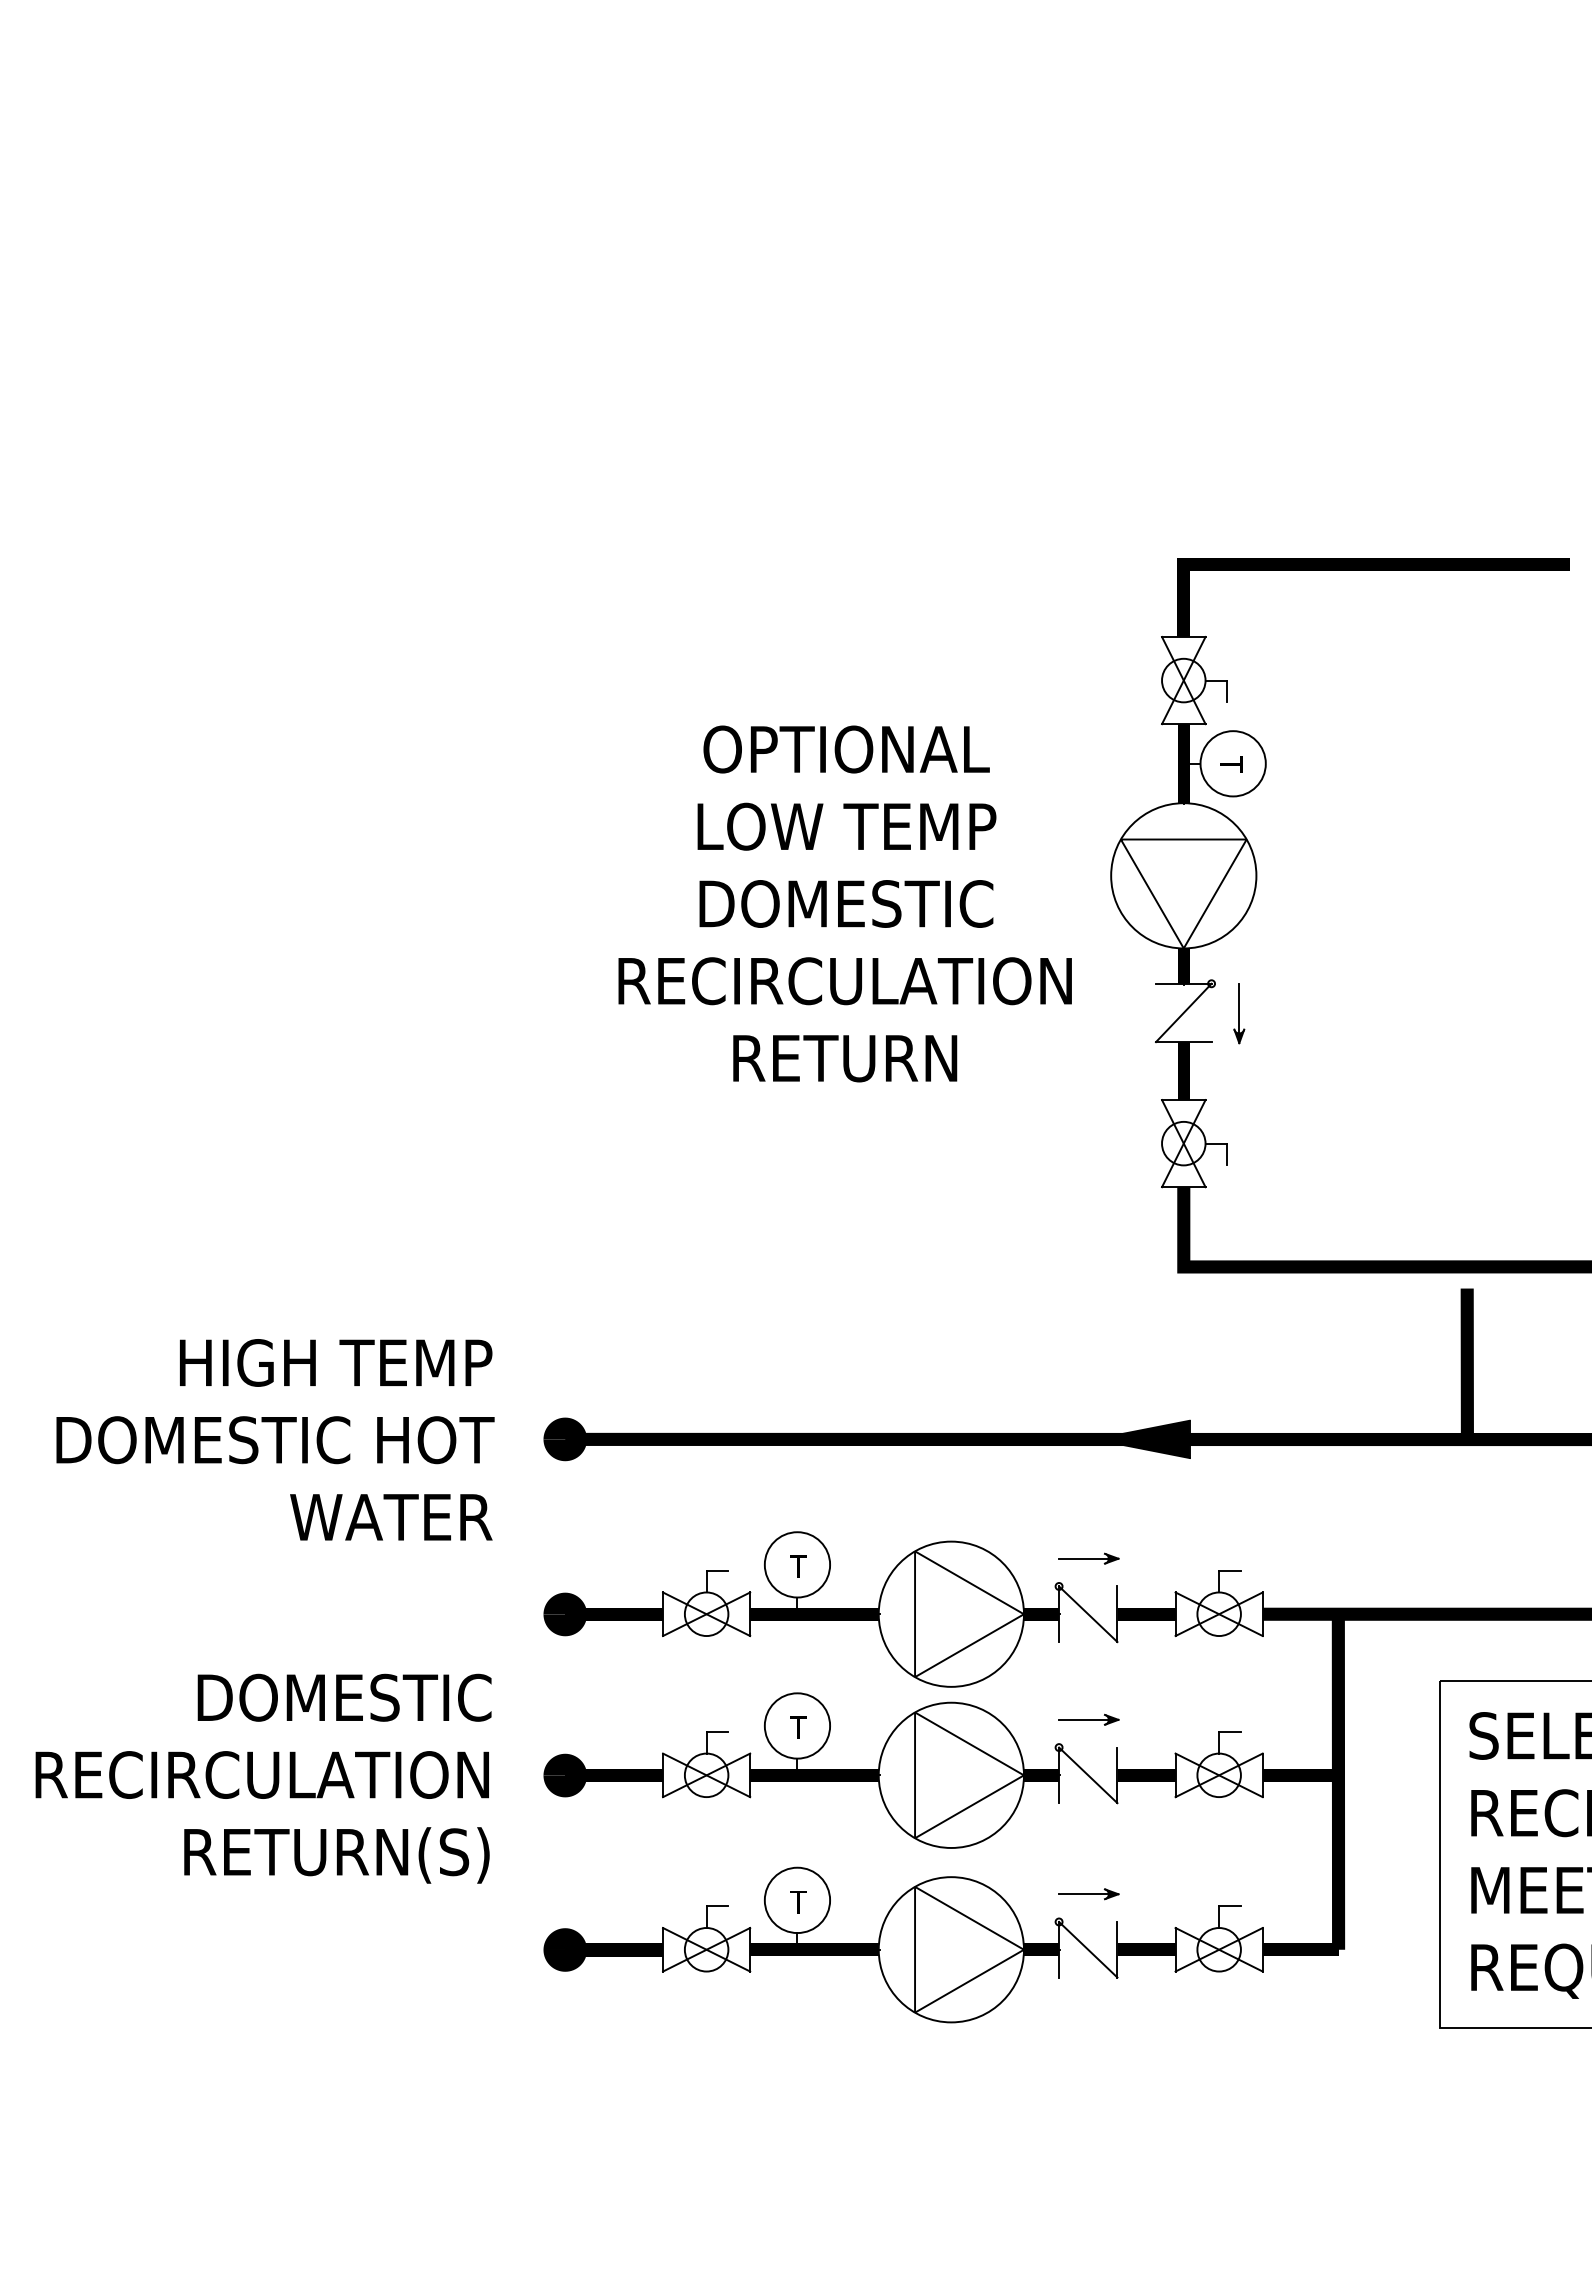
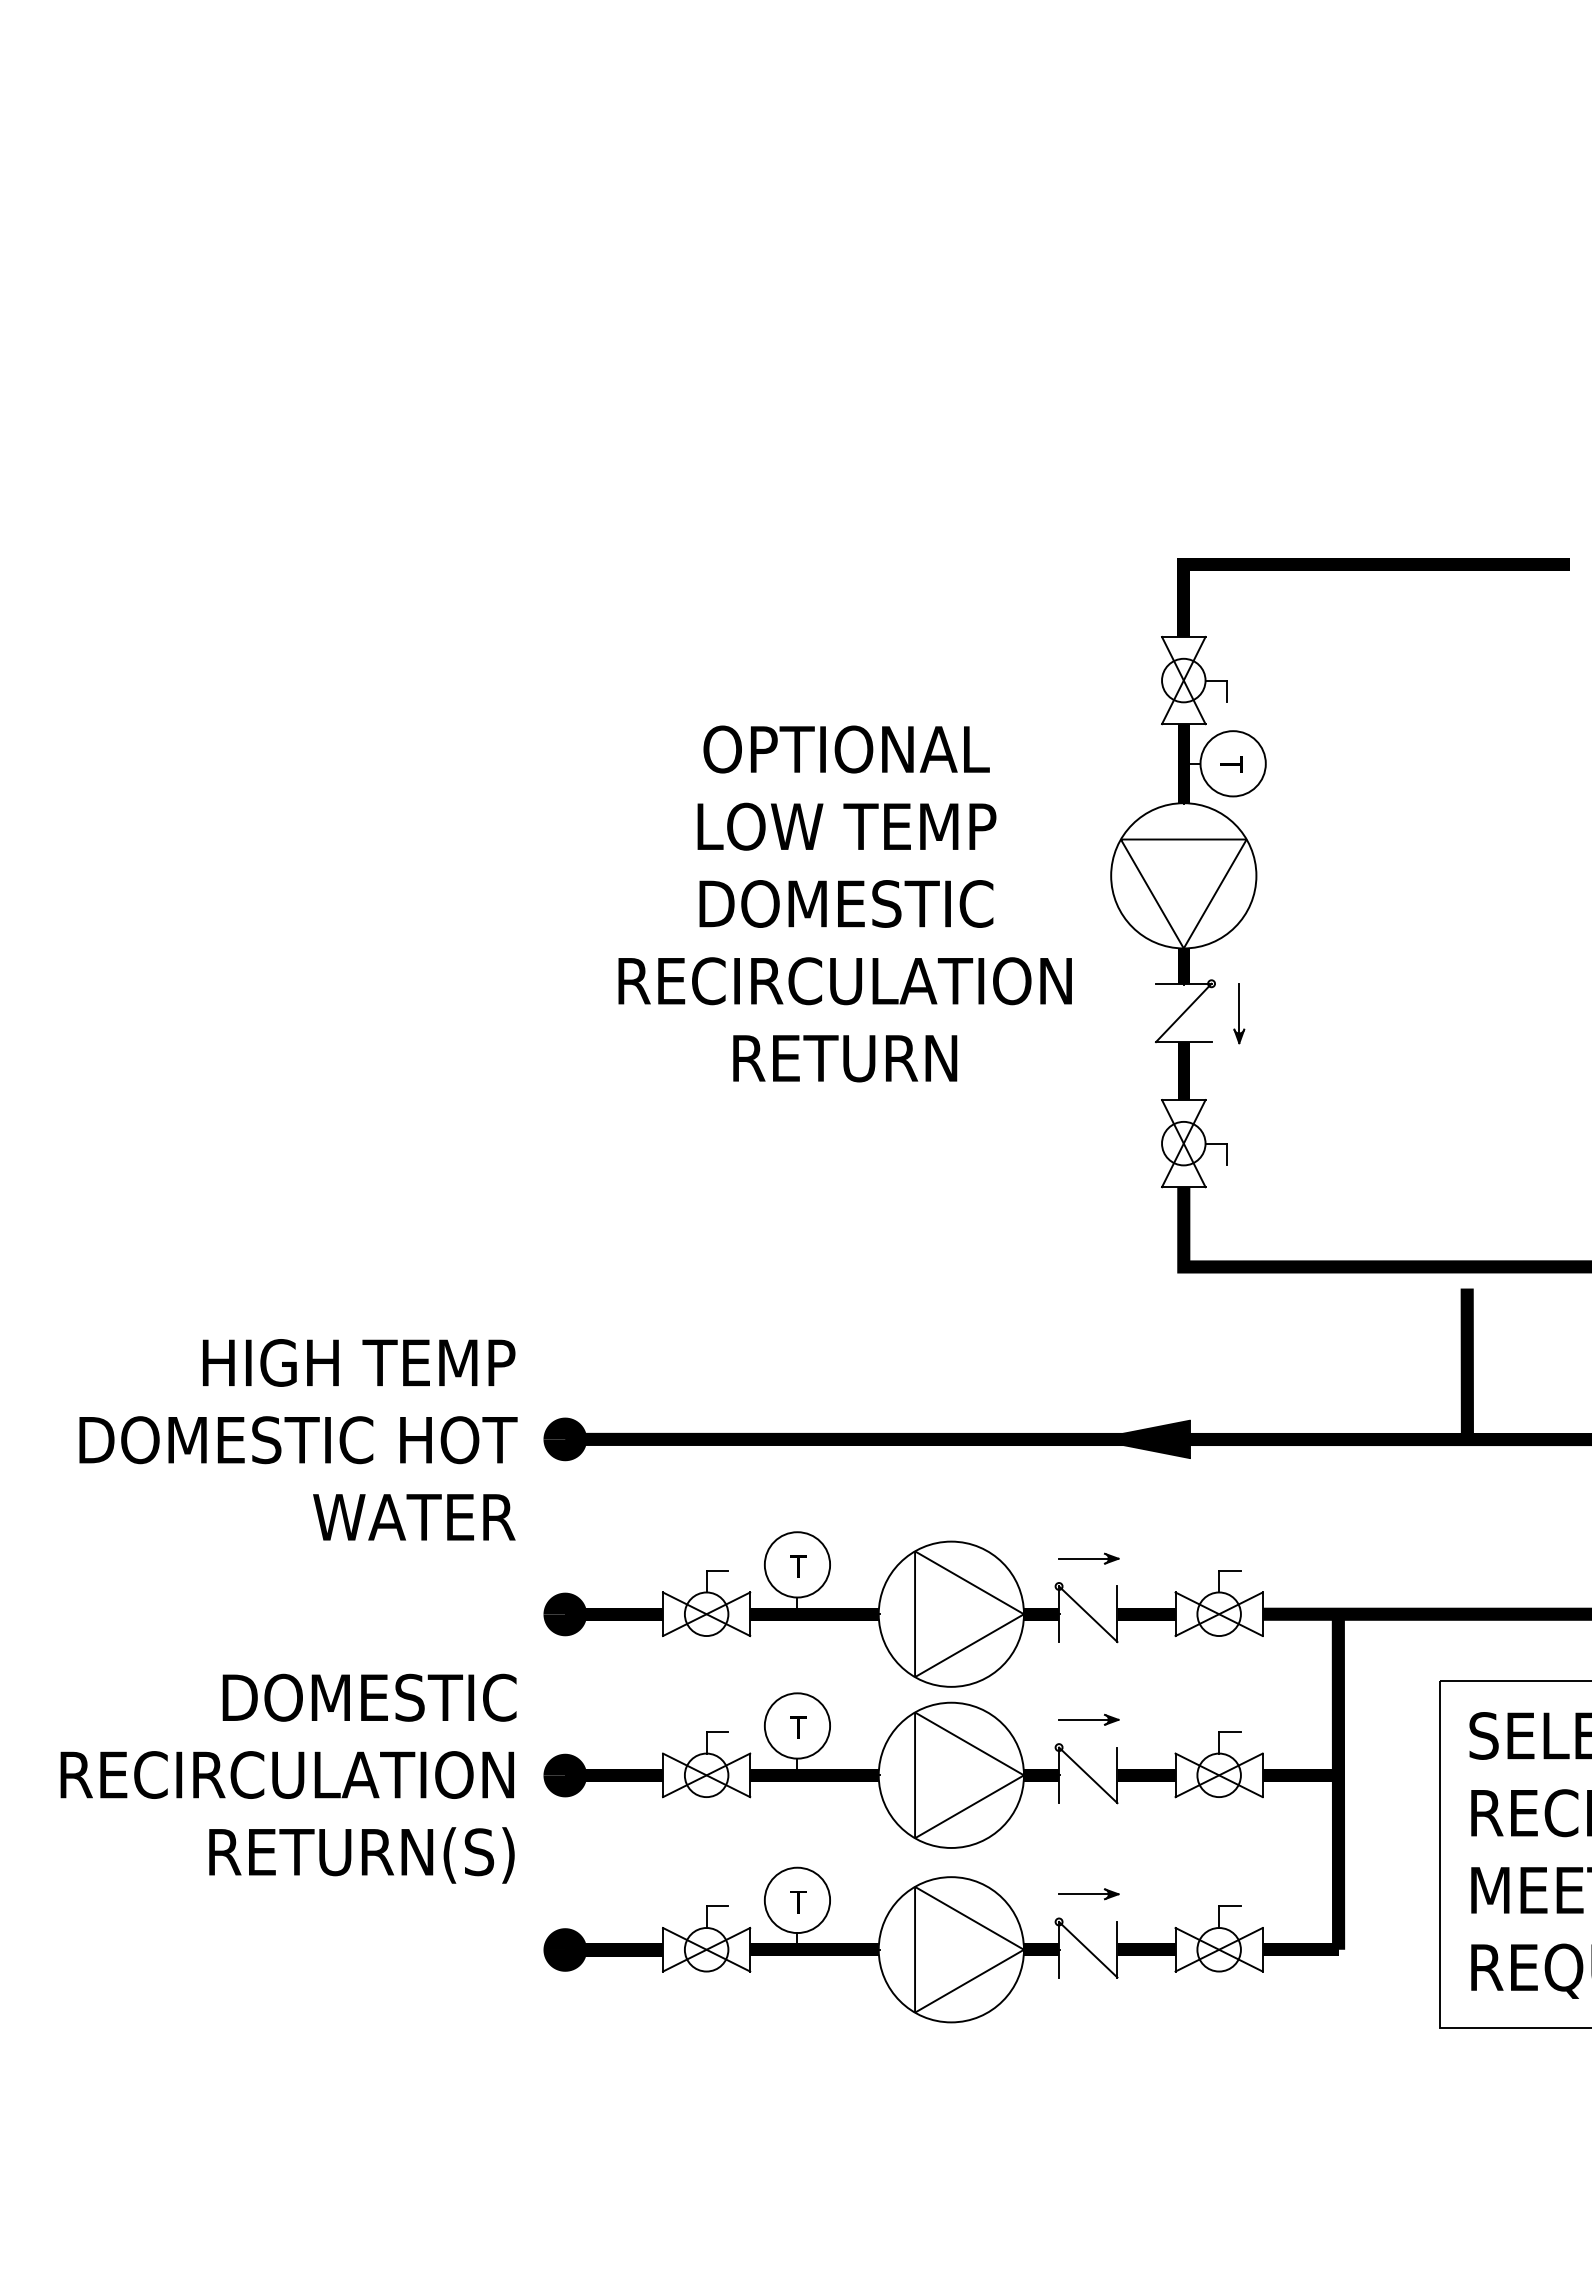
text at (275, 1439) position: (275, 1439) -> (298, 1439)
text at (263, 1778) position: (263, 1778) -> (288, 1778)
